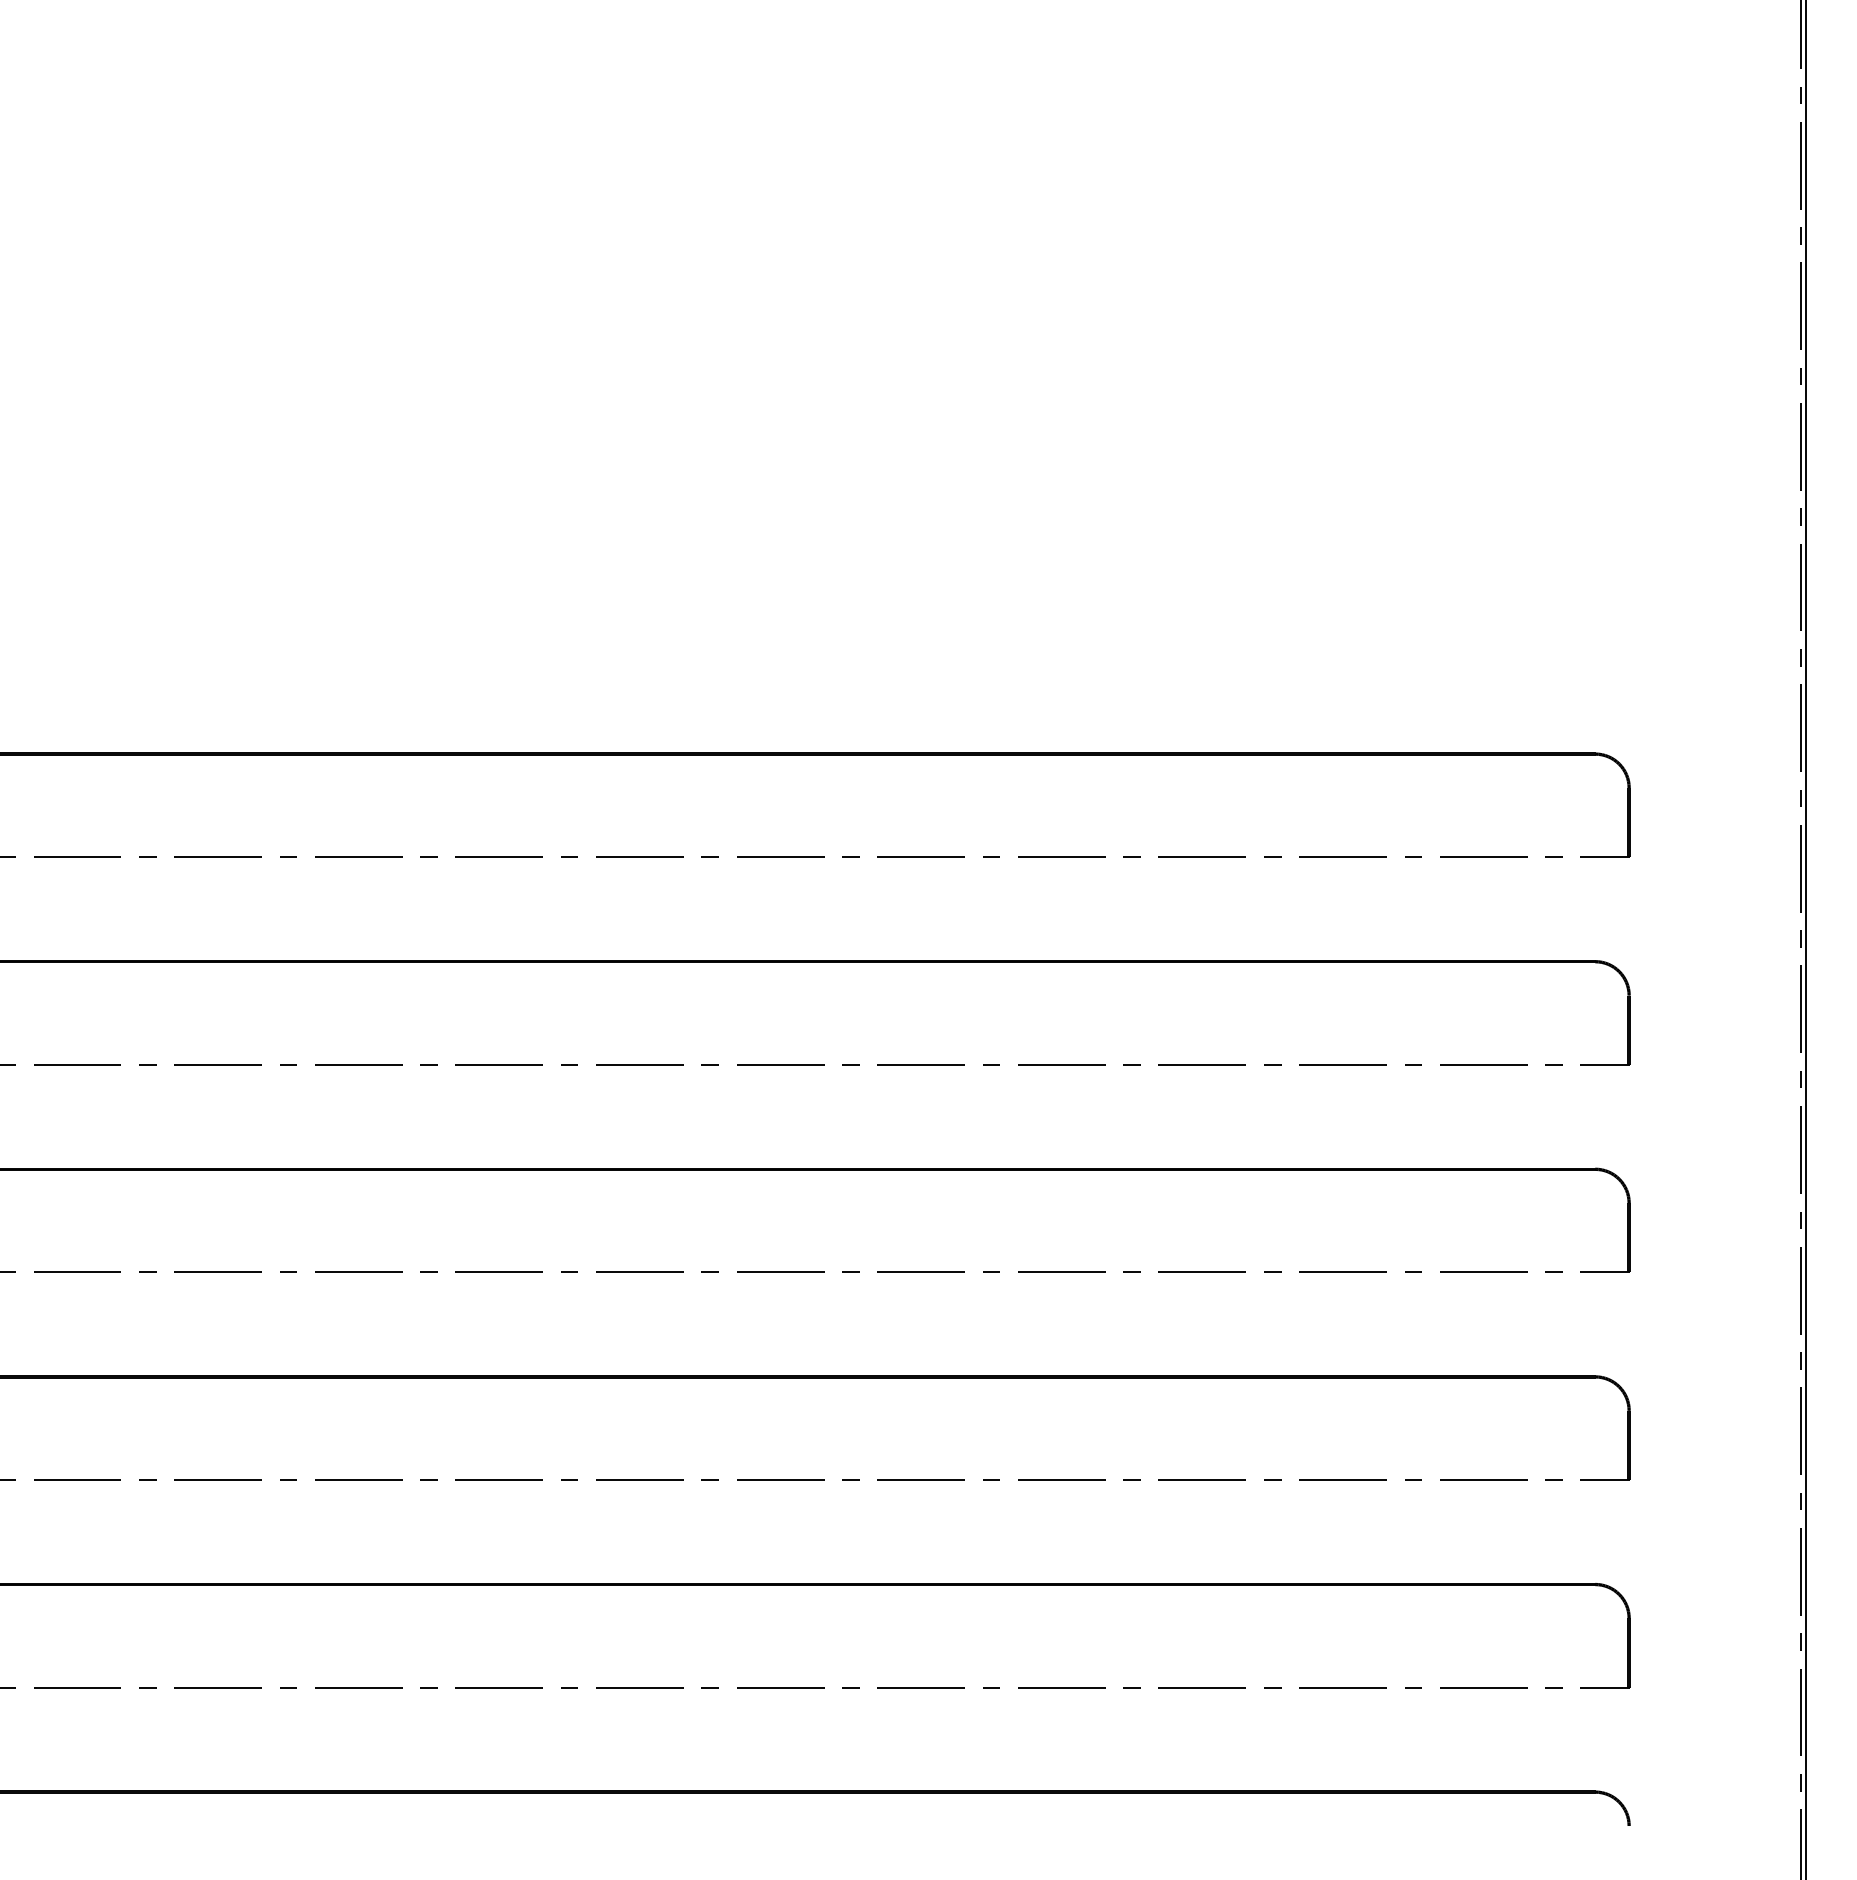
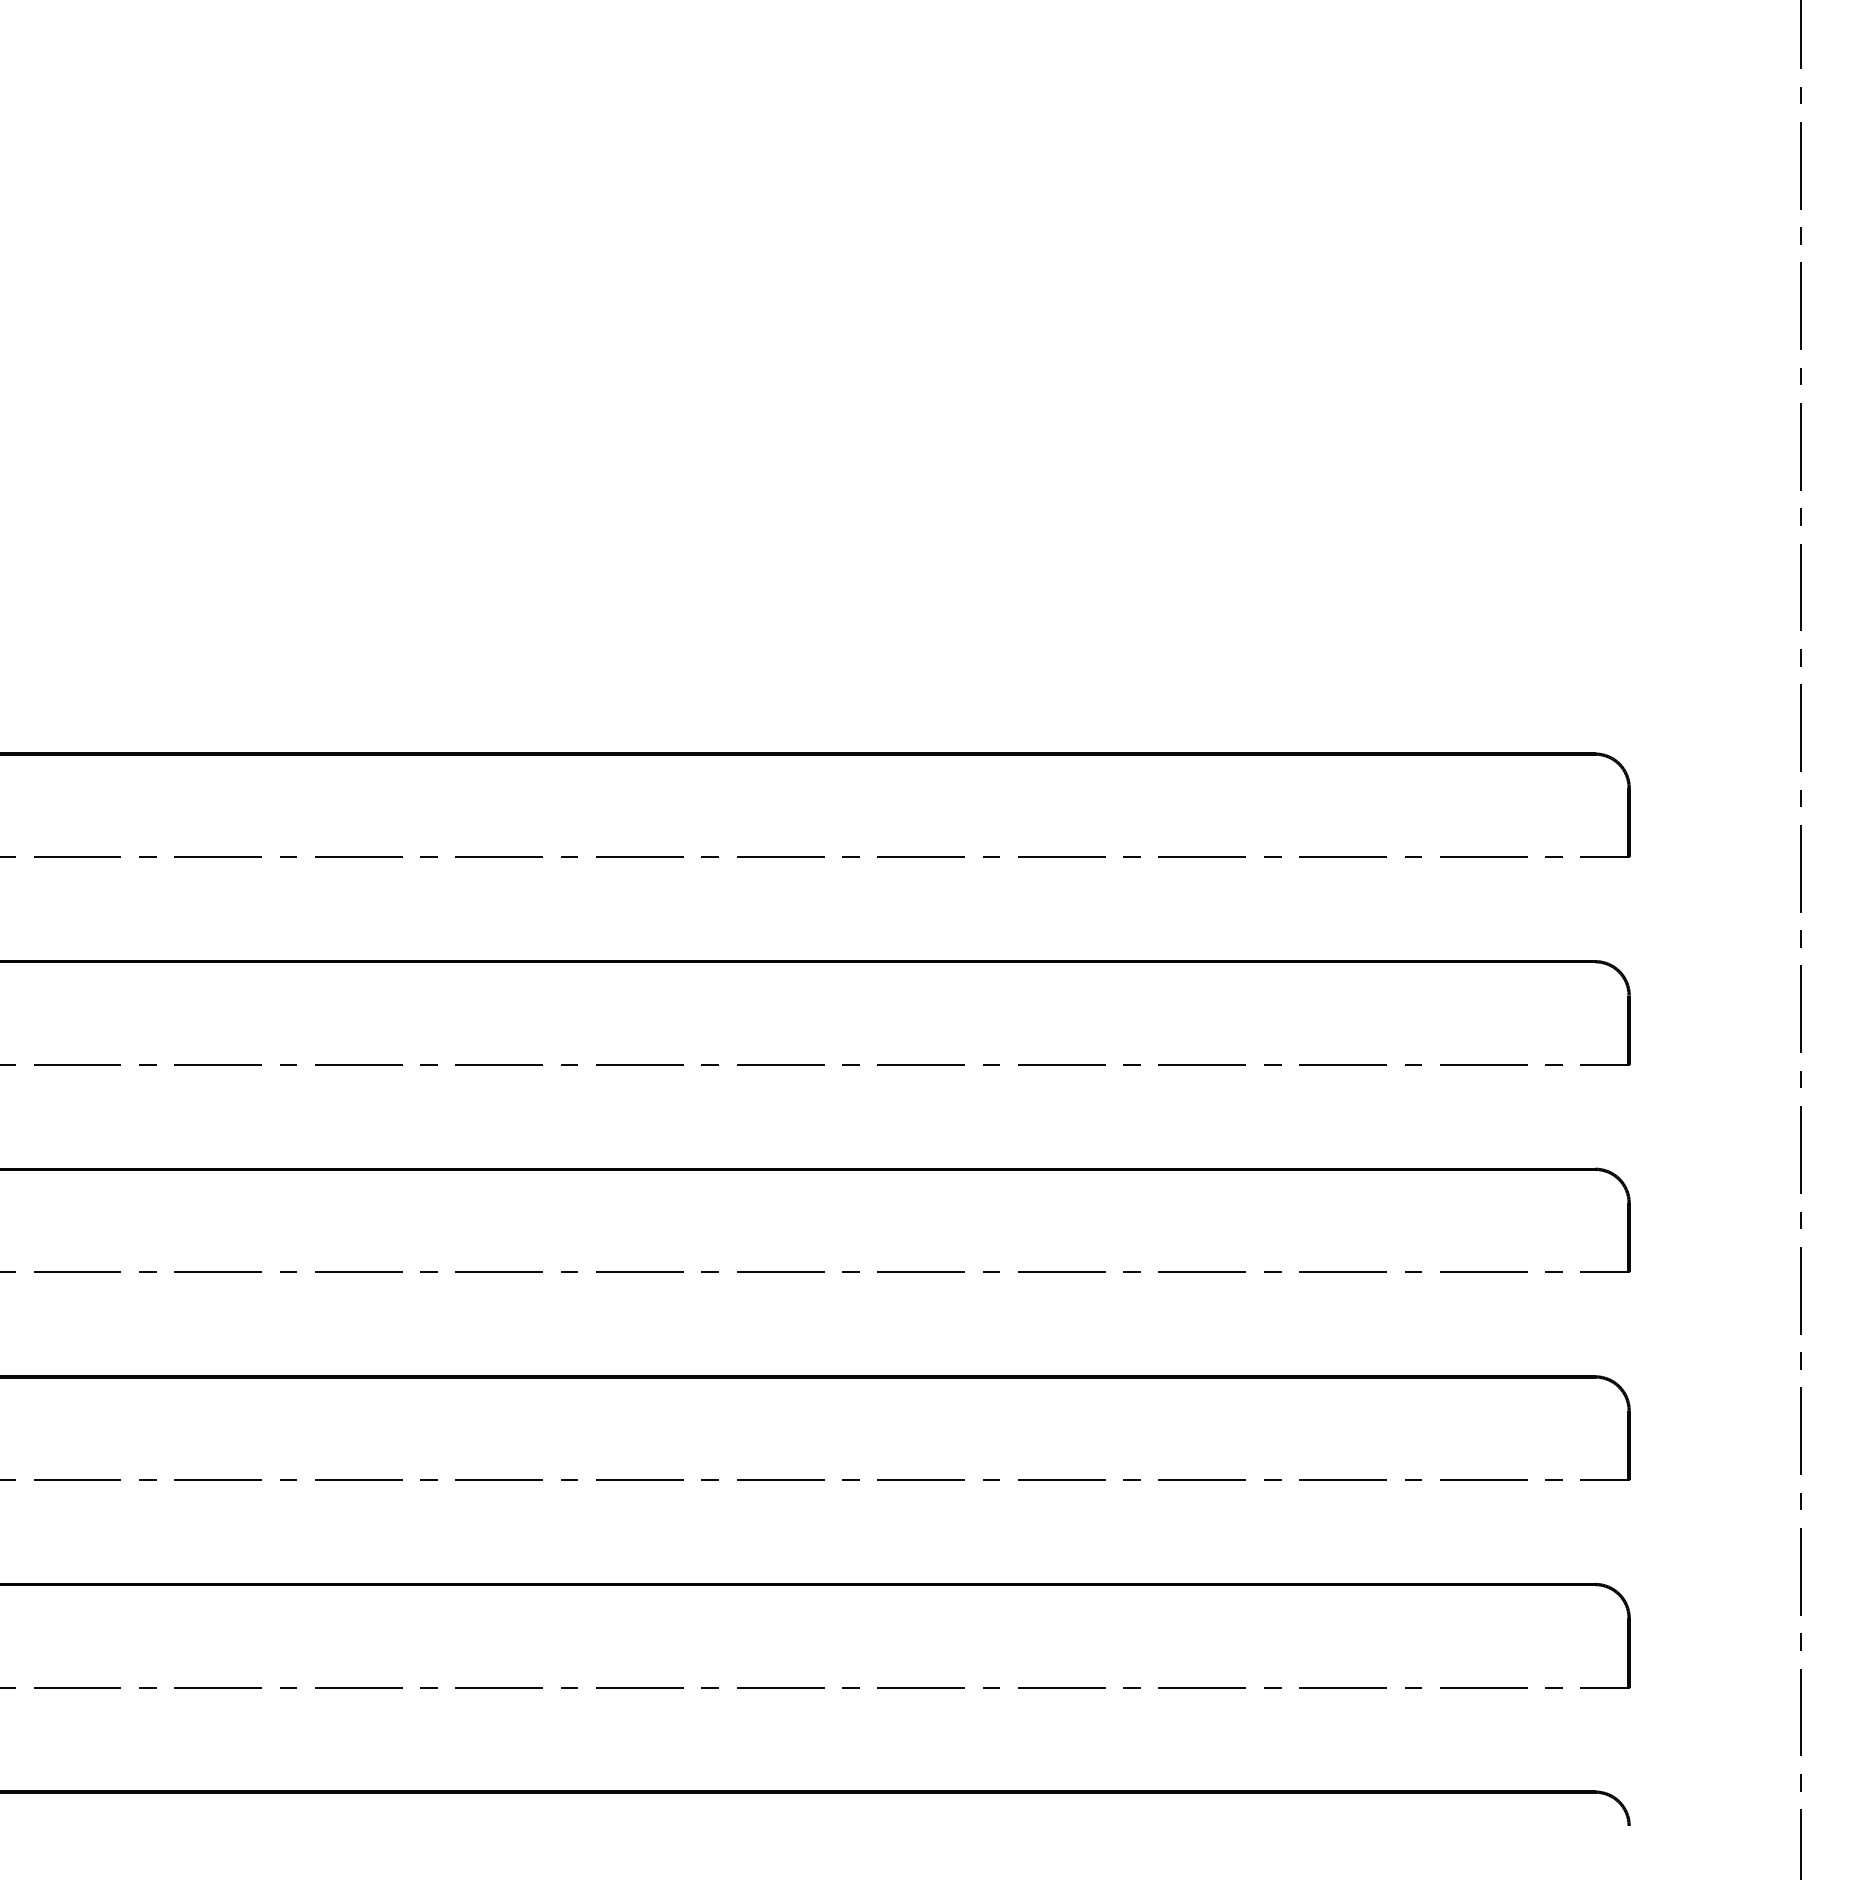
line at (1806, 939): present -> none
